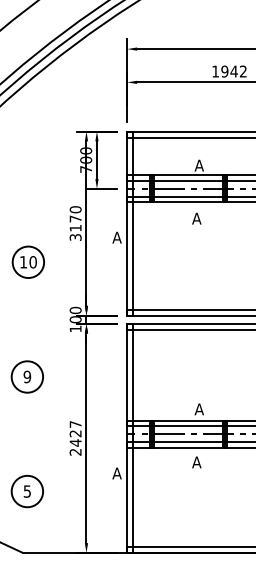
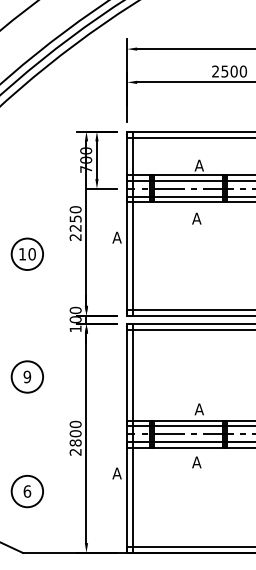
text at (229, 71): 1942 -> 2500
text at (75, 227): 3170 -> 2250
part at (27, 261) position: (27, 261) -> (26, 253)
text at (75, 433): 2427 -> 2800
text at (27, 491): 5 -> 6
